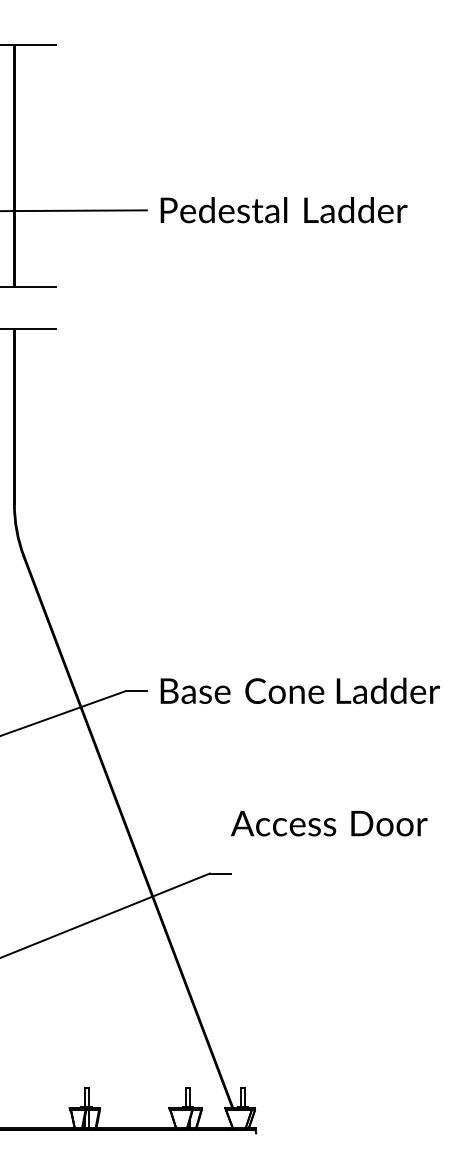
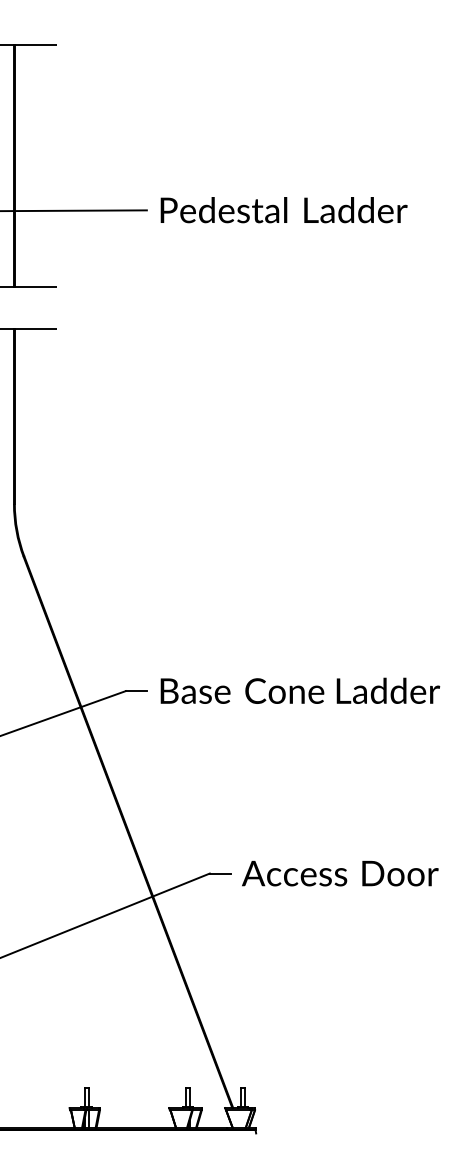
text at (329, 823) position: (329, 823) -> (340, 873)
